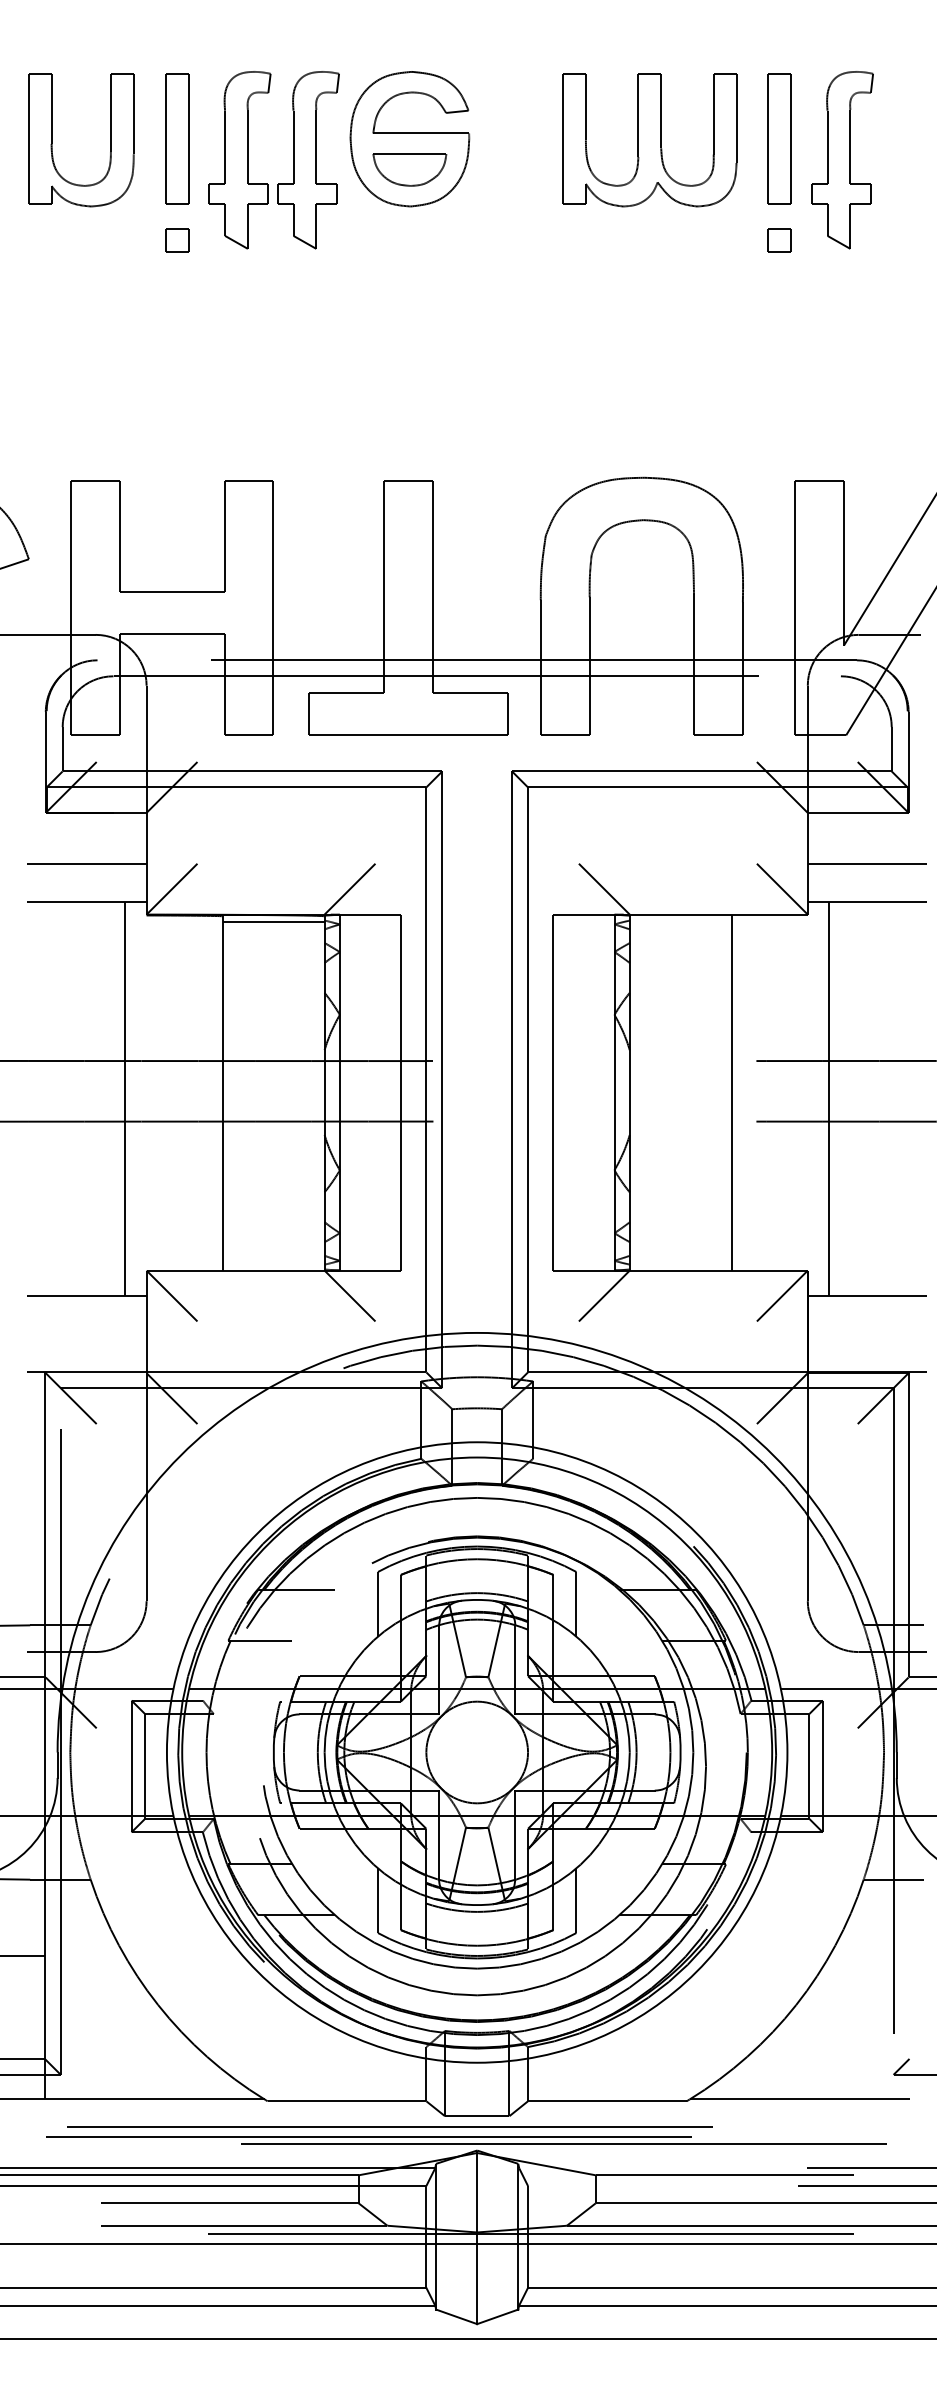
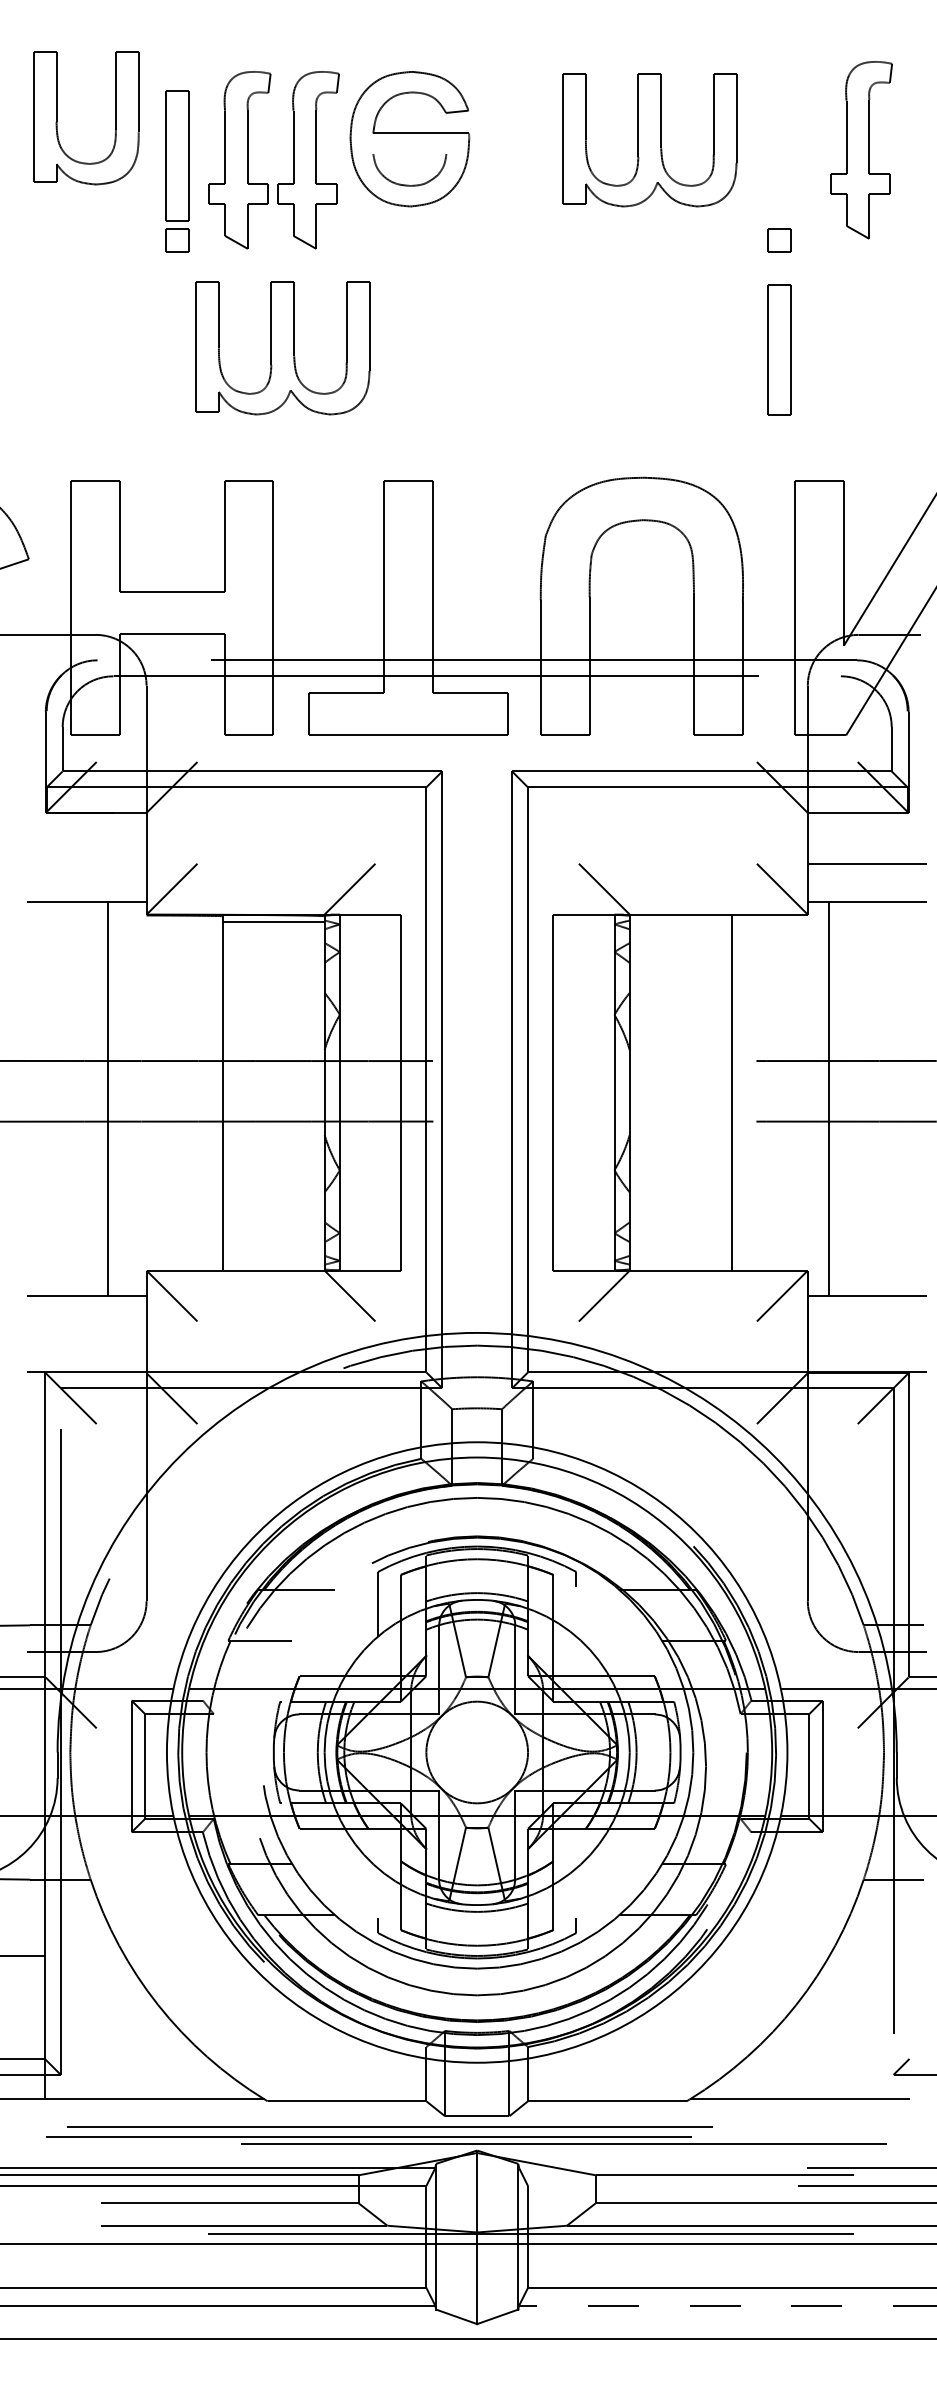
part at (177, 138) position: (177, 138) -> (177, 155)
part at (779, 138) position: (779, 138) -> (779, 349)
part at (52, 140) position: (52, 140) -> (57, 118)
line at (409, 154): present -> none
part at (842, 160) position: (842, 160) -> (861, 150)
part at (282, 348): none -> present
line at (86, 863): present -> none
line at (125, 1098) position: (125, 1098) -> (108, 1098)
line at (576, 1611): present -> none
line at (378, 1893): present -> none
line at (576, 1893): present -> none
line at (727, 2306): solid -> dashed
